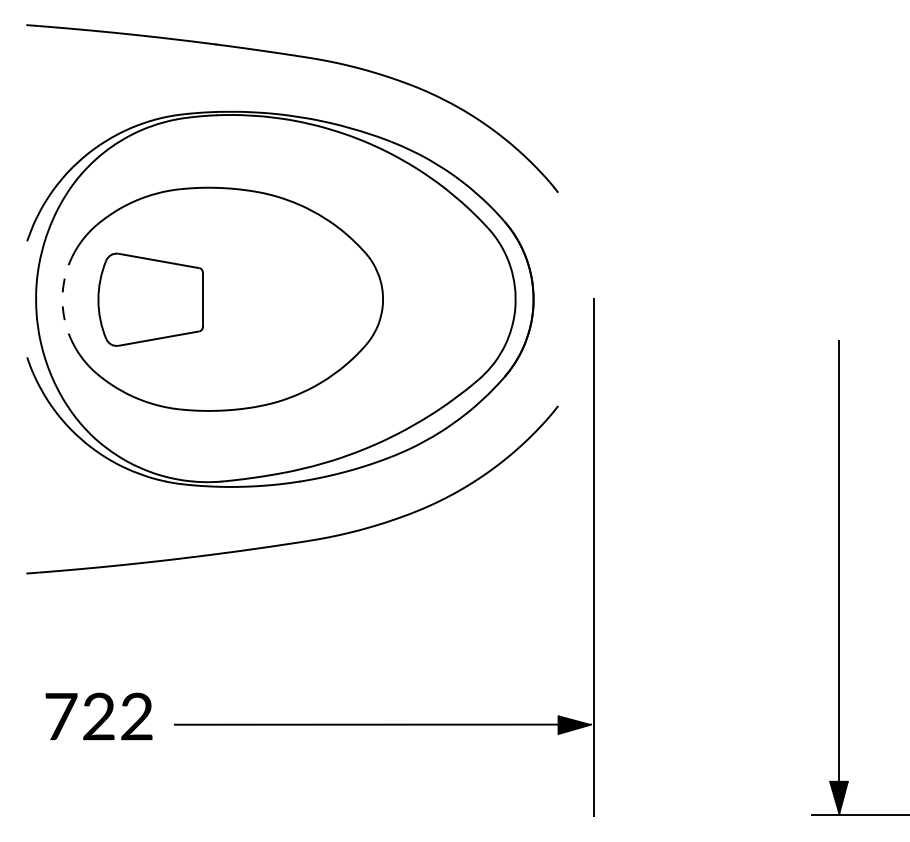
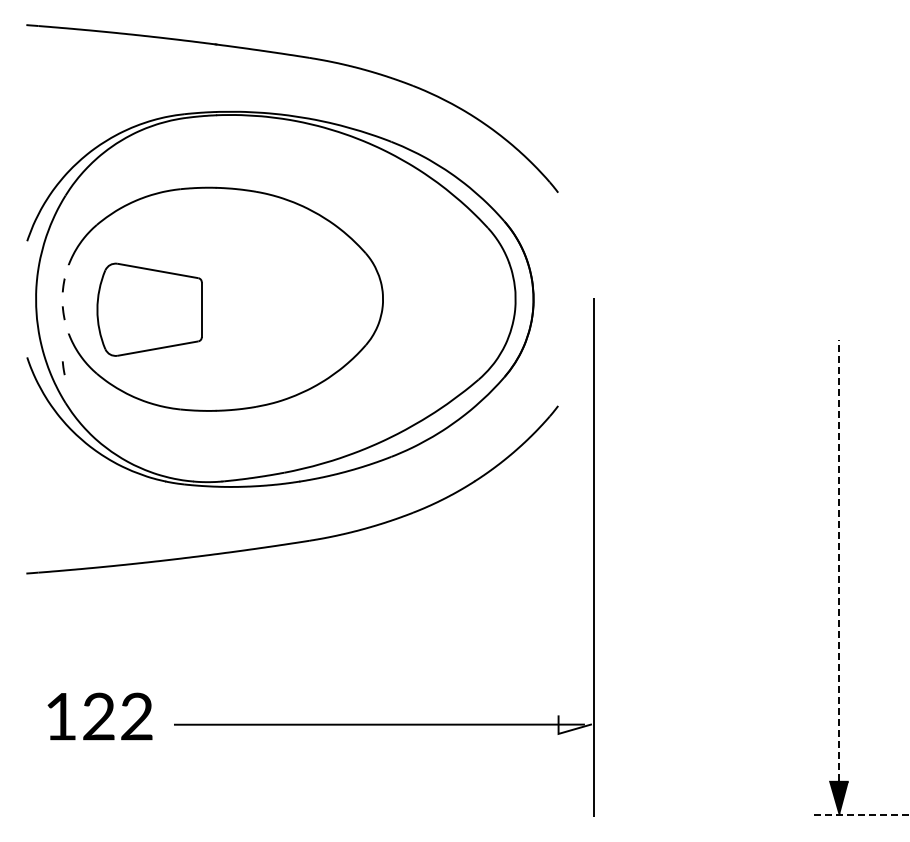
part at (150, 299) position: (150, 299) -> (149, 309)
line at (63, 368): none -> present
line at (839, 565): solid -> dashed
text at (61, 716): 722 -> 122
fill at (574, 724): present -> none
line at (860, 815): solid -> dashed
